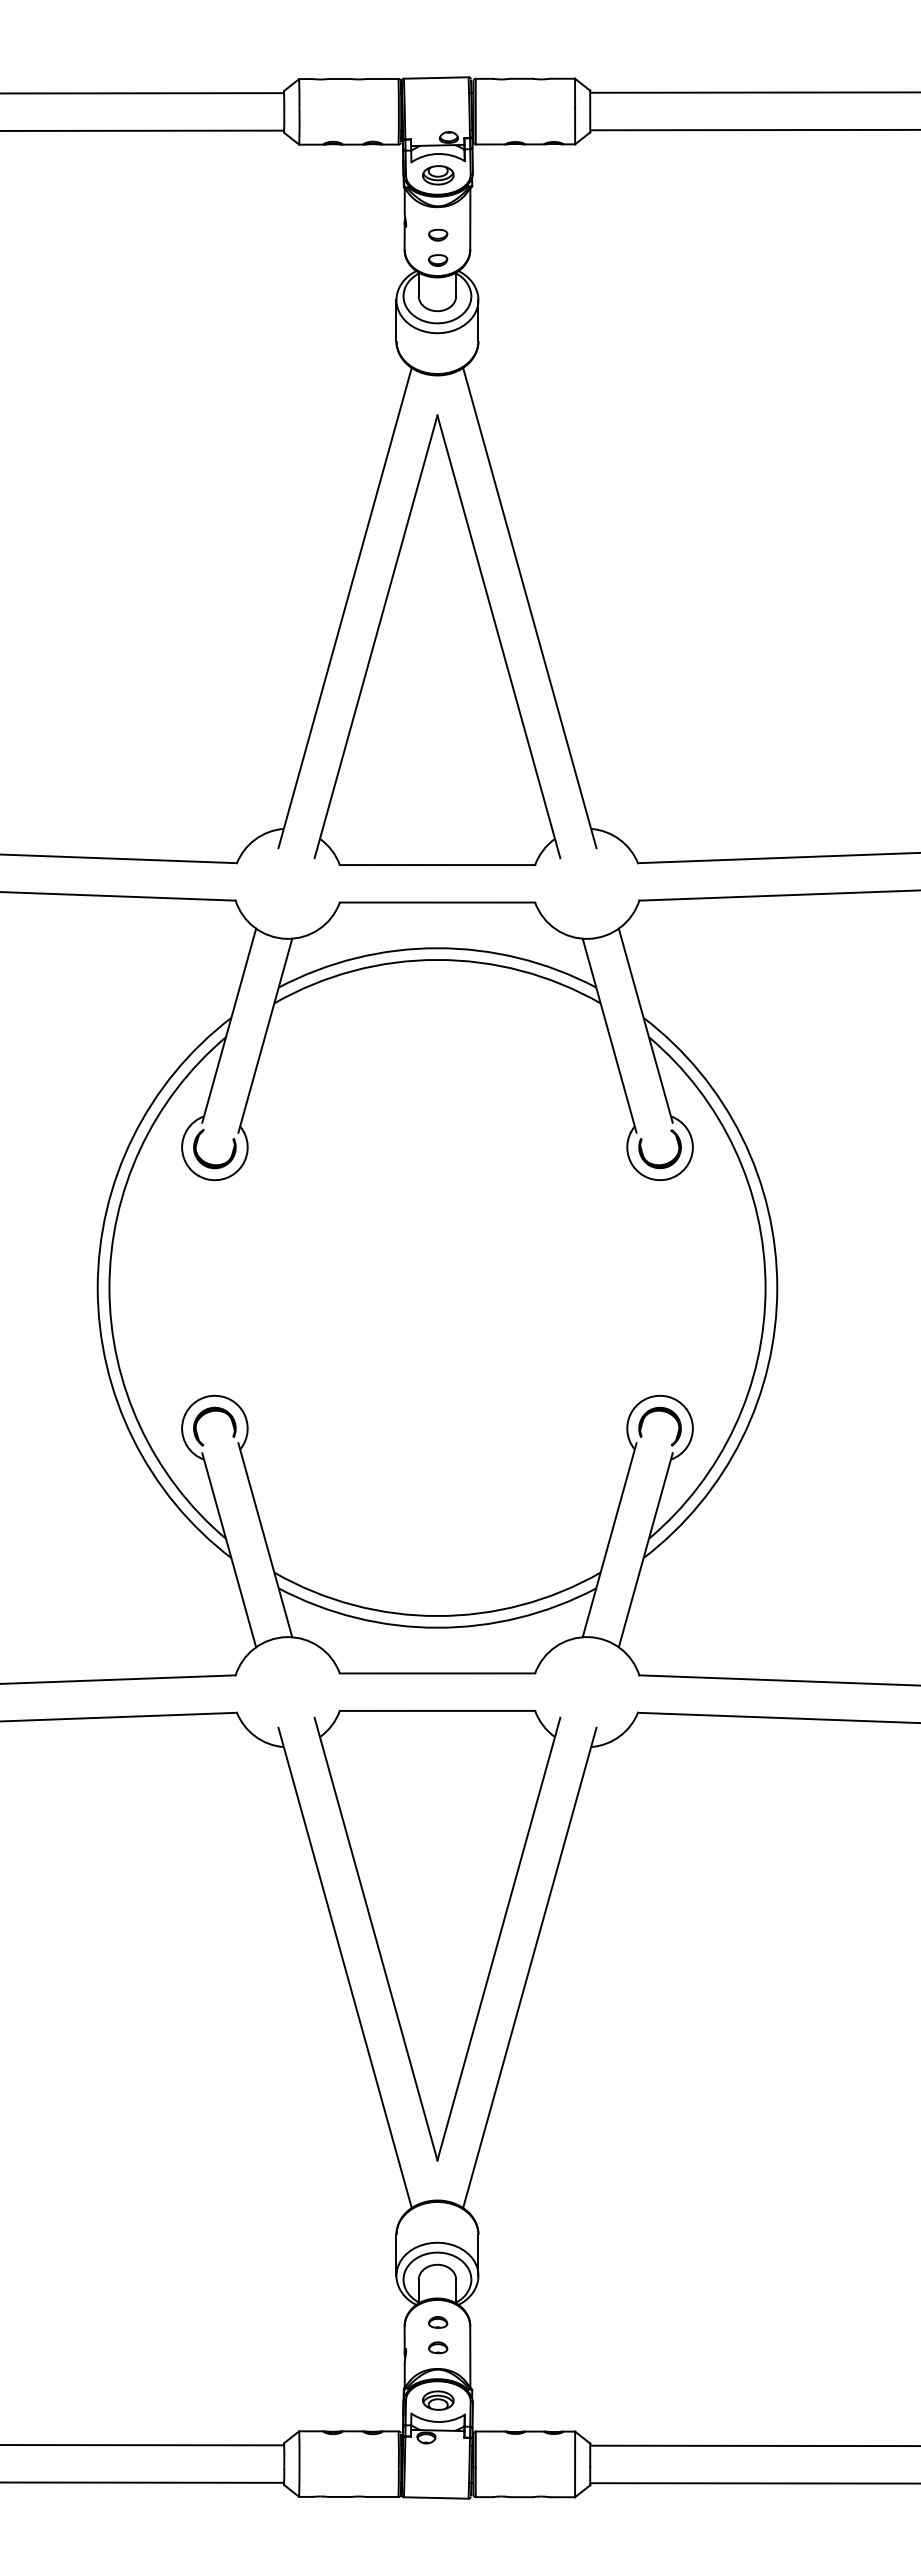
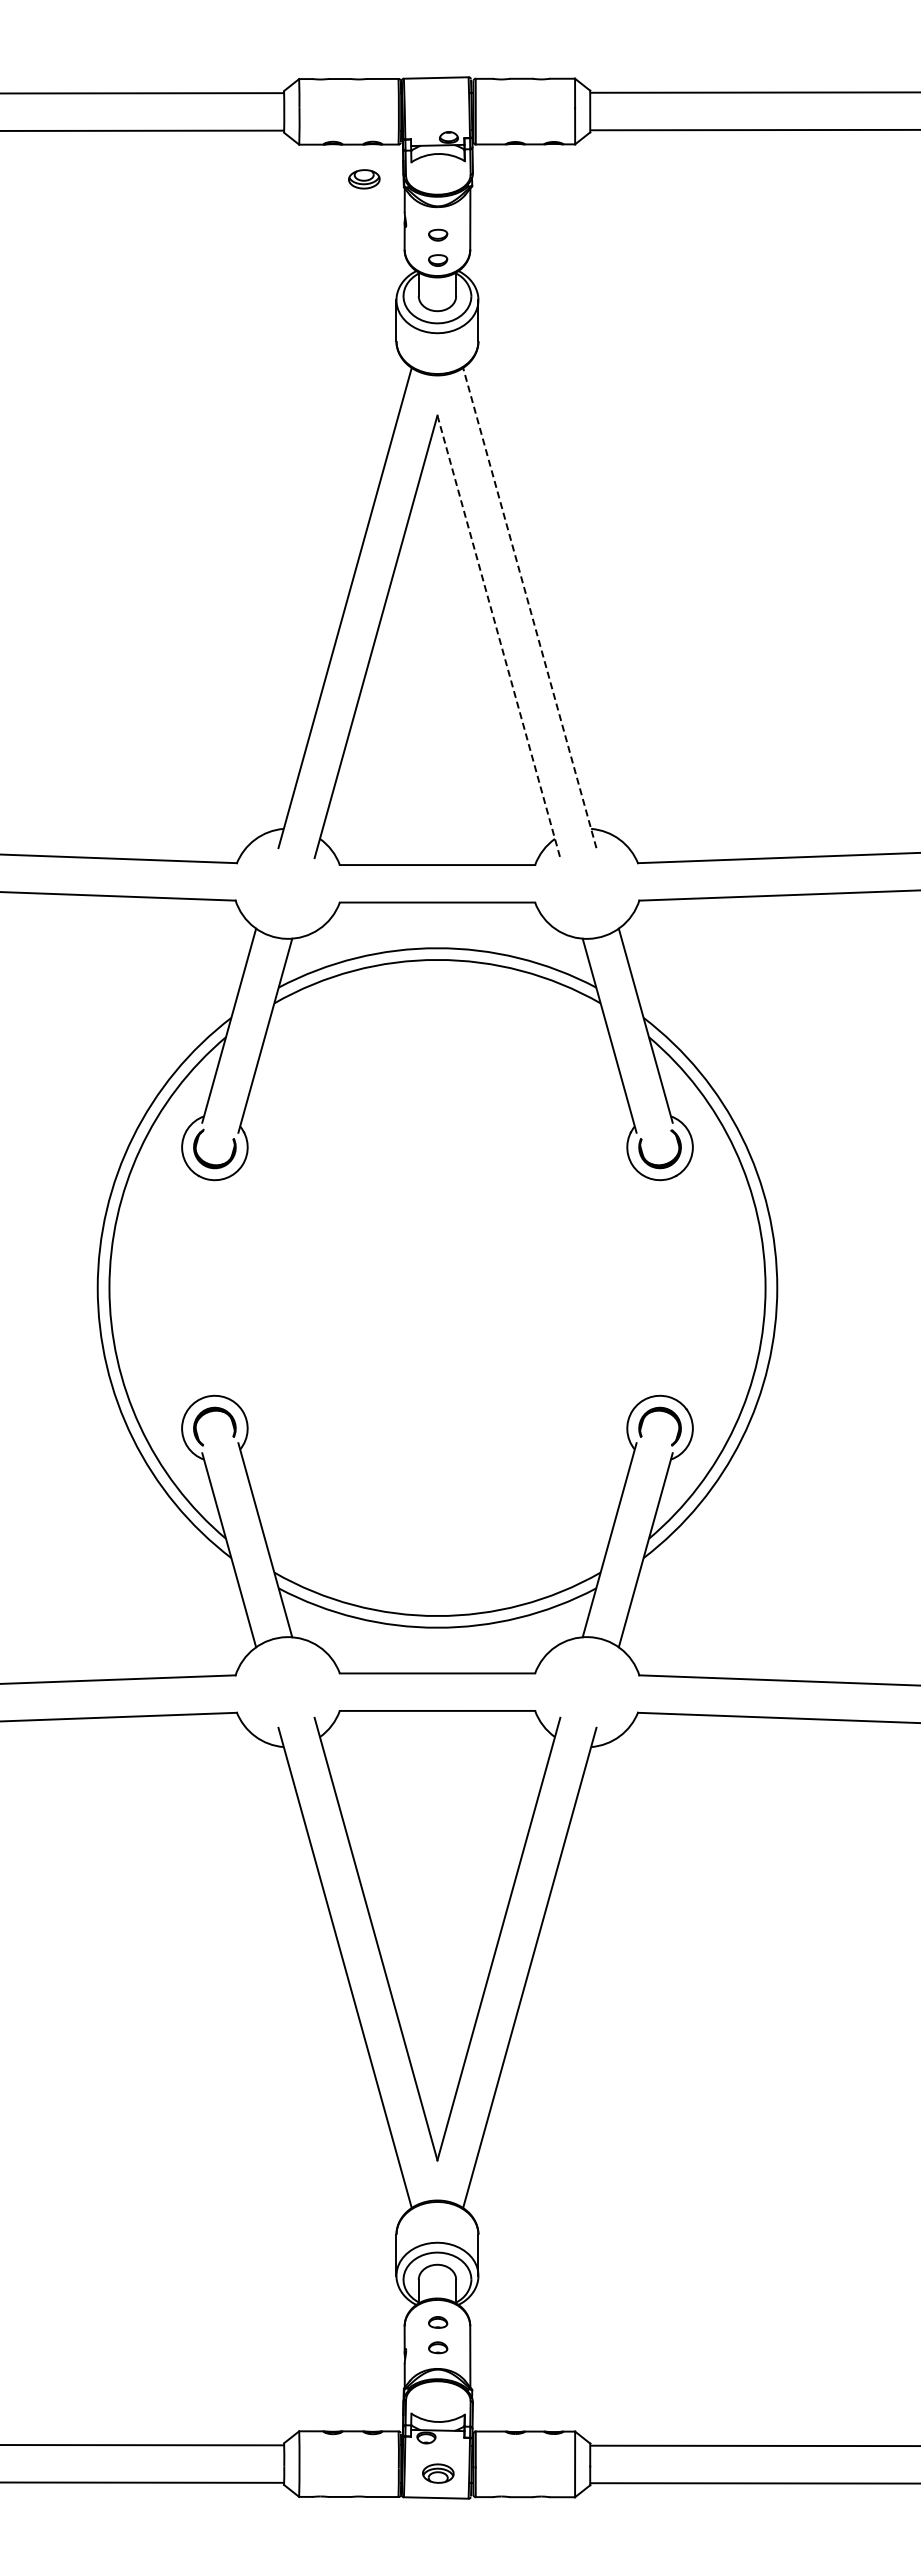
part at (438, 175) position: (438, 175) -> (364, 179)
line at (529, 607): solid -> dashed
line at (498, 636): solid -> dashed
part at (438, 2400) position: (438, 2400) -> (438, 2473)
